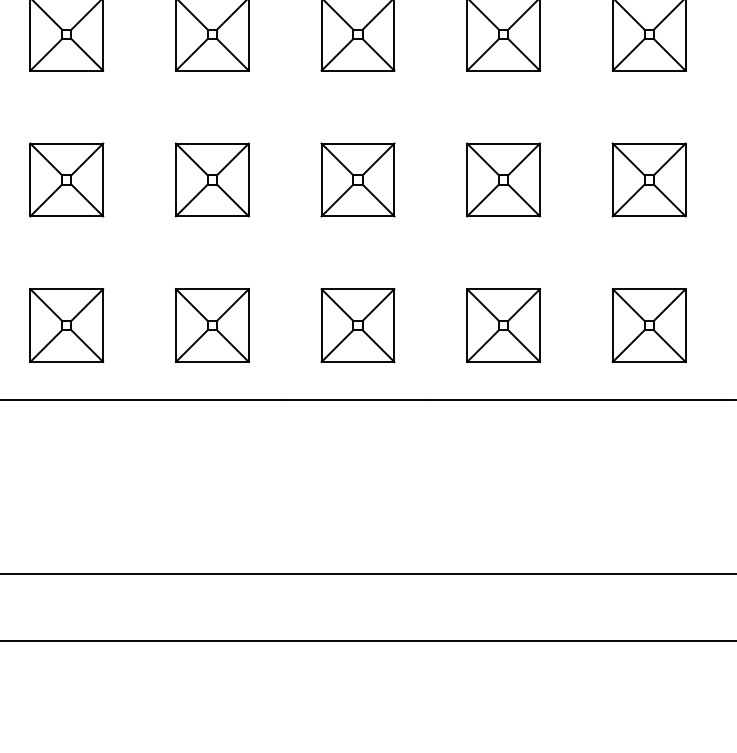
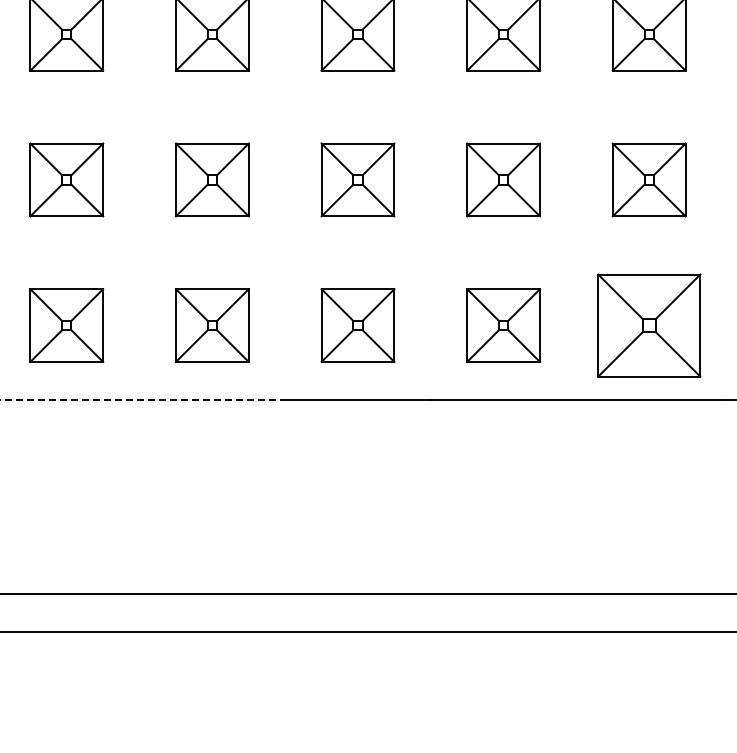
part at (648, 325) size: 76x75 px -> 105x105 px
line at (143, 400): solid -> dashed
line at (367, 574) position: (367, 574) -> (367, 594)
line at (367, 640) position: (367, 640) -> (367, 631)
